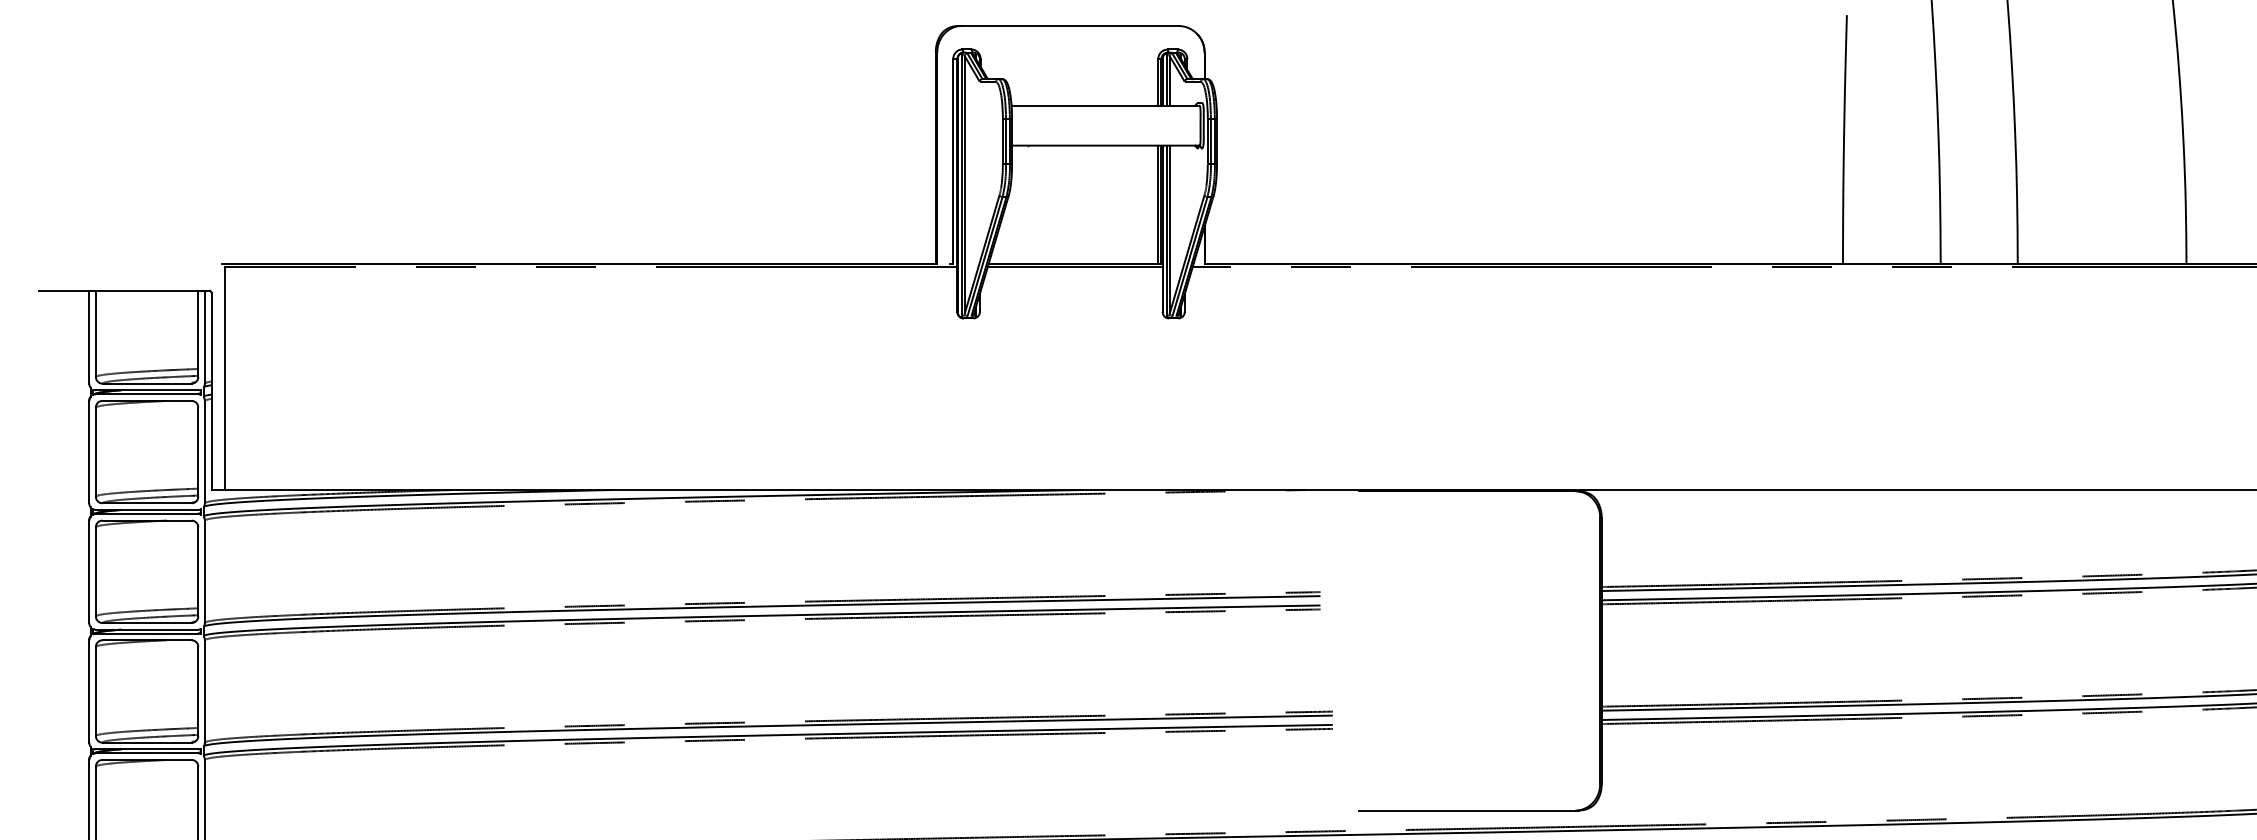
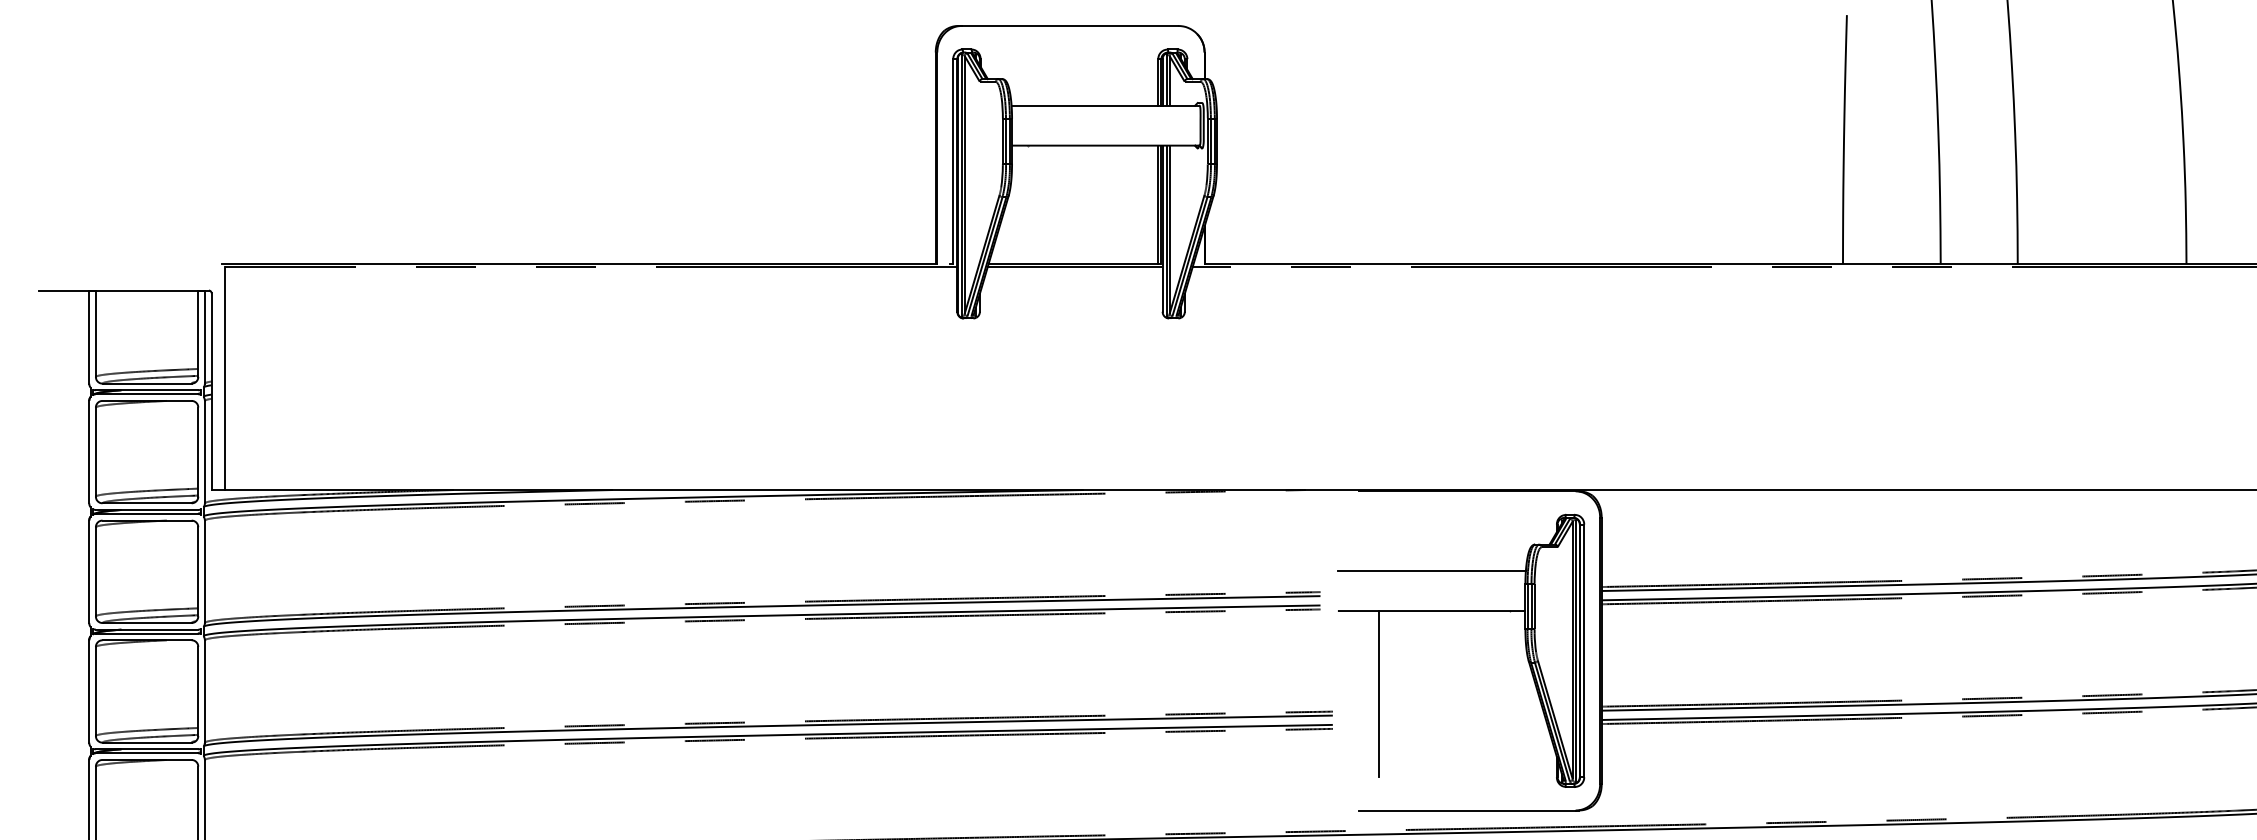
part at (1461, 611): none -> present
